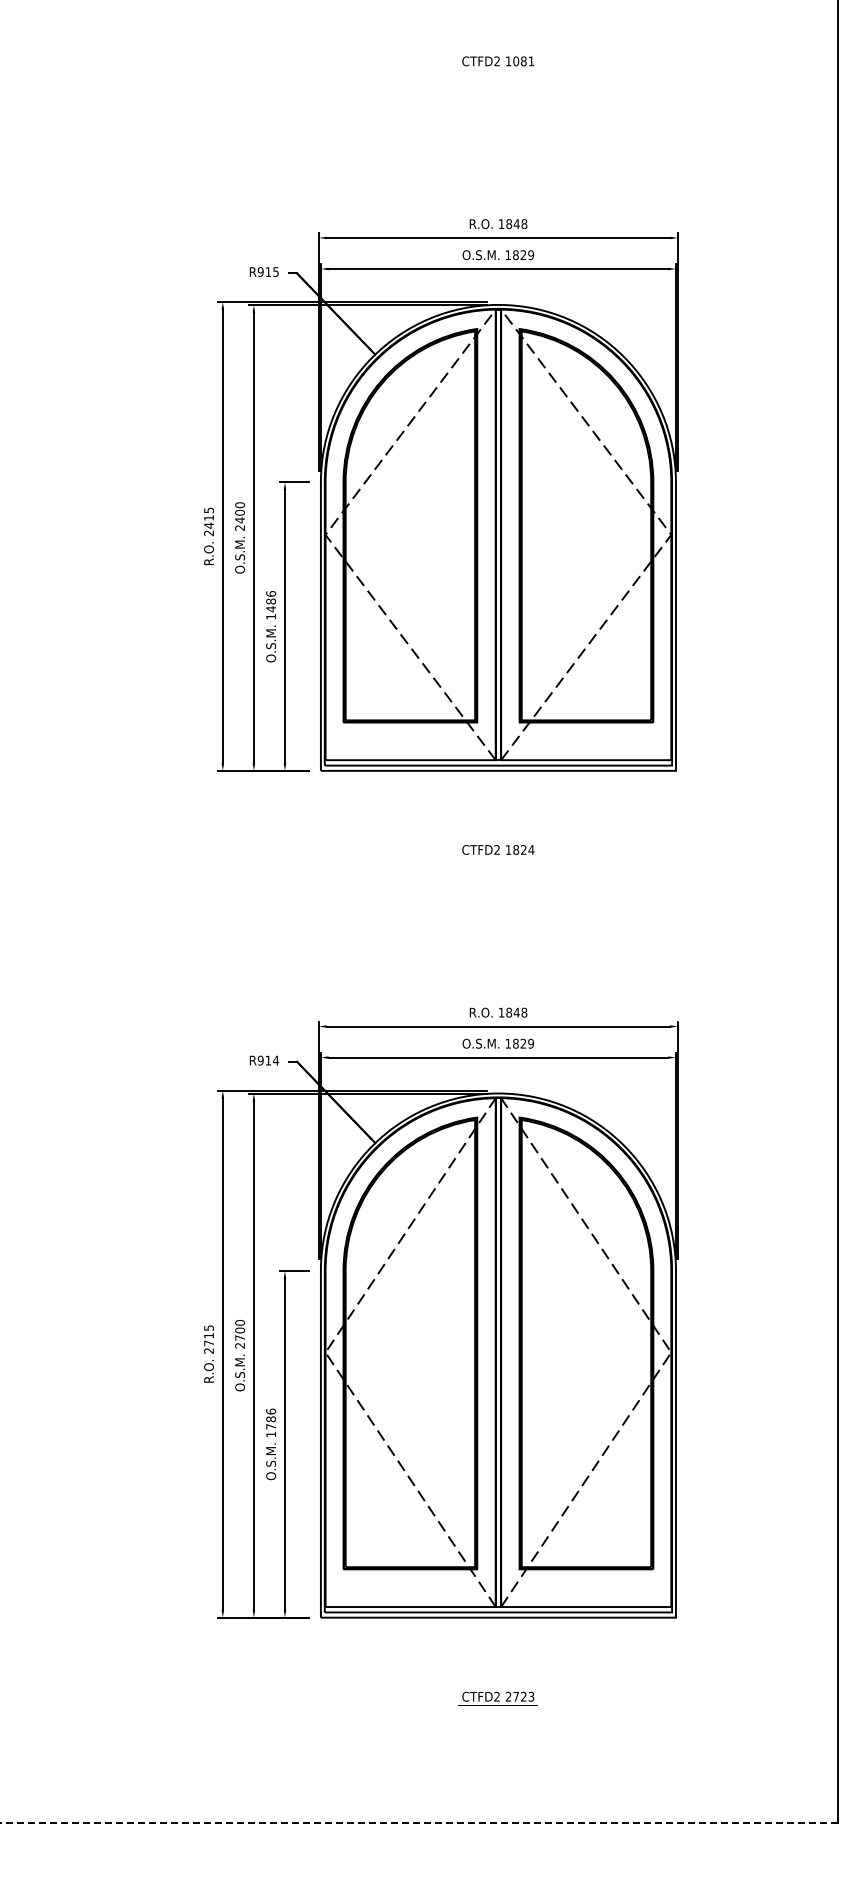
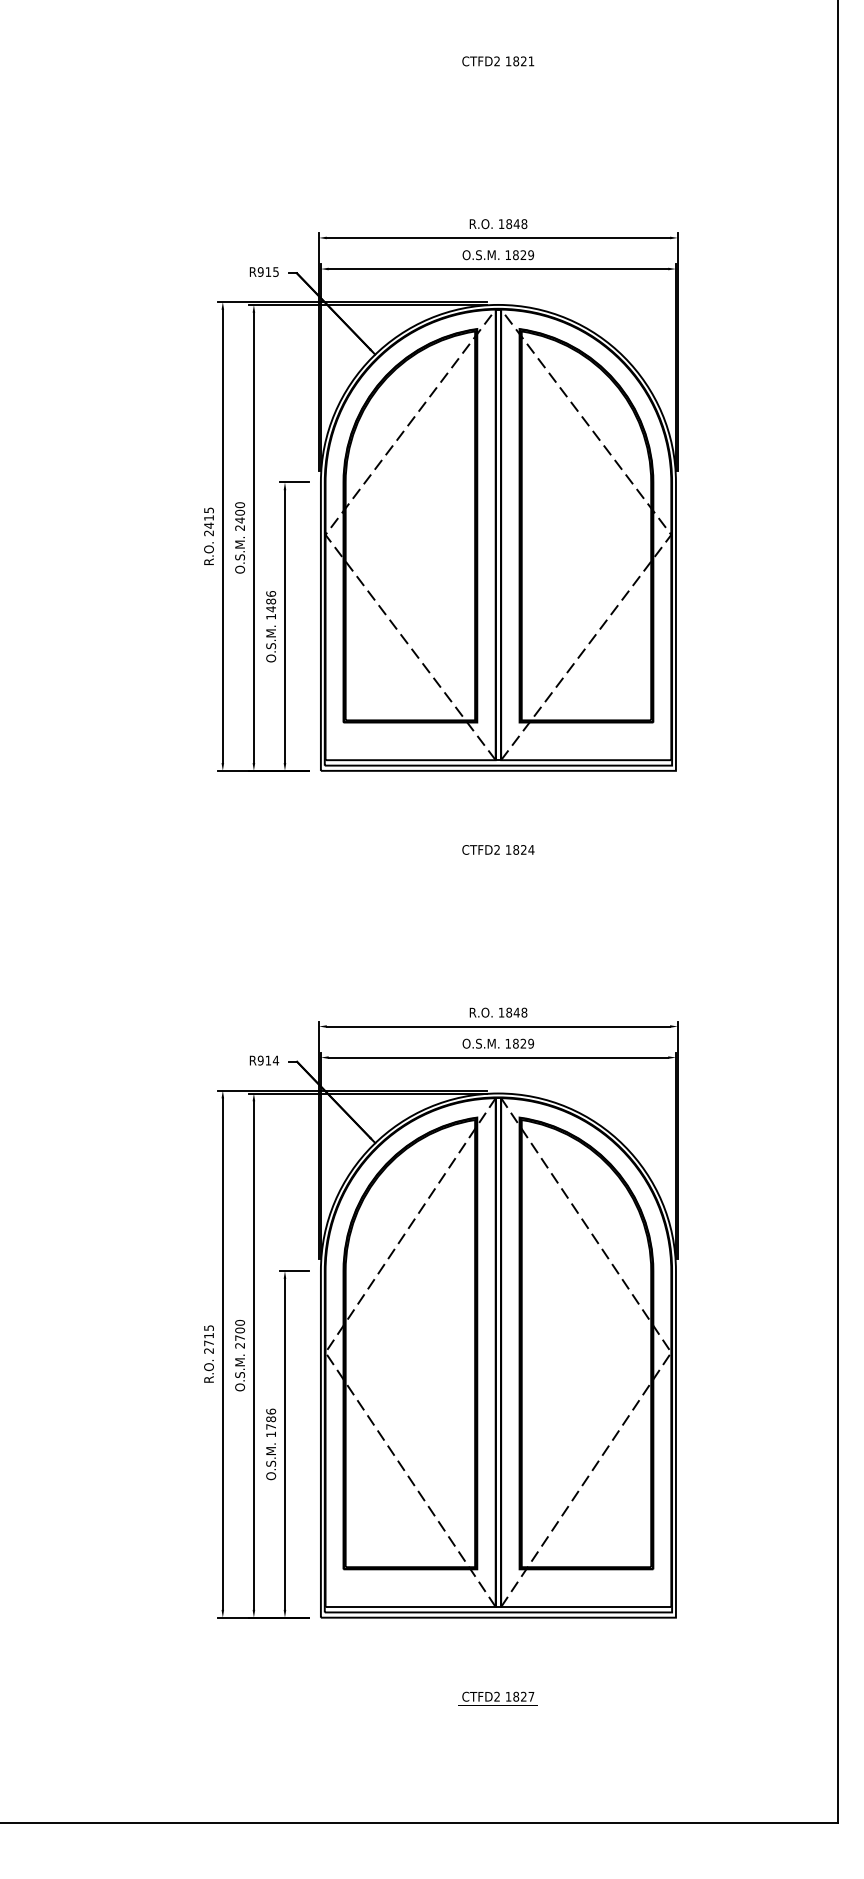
text at (519, 61): 1081 -> 1821
text at (519, 1696): 2723 -> 1827
line at (419, 1822): dashed -> solid
